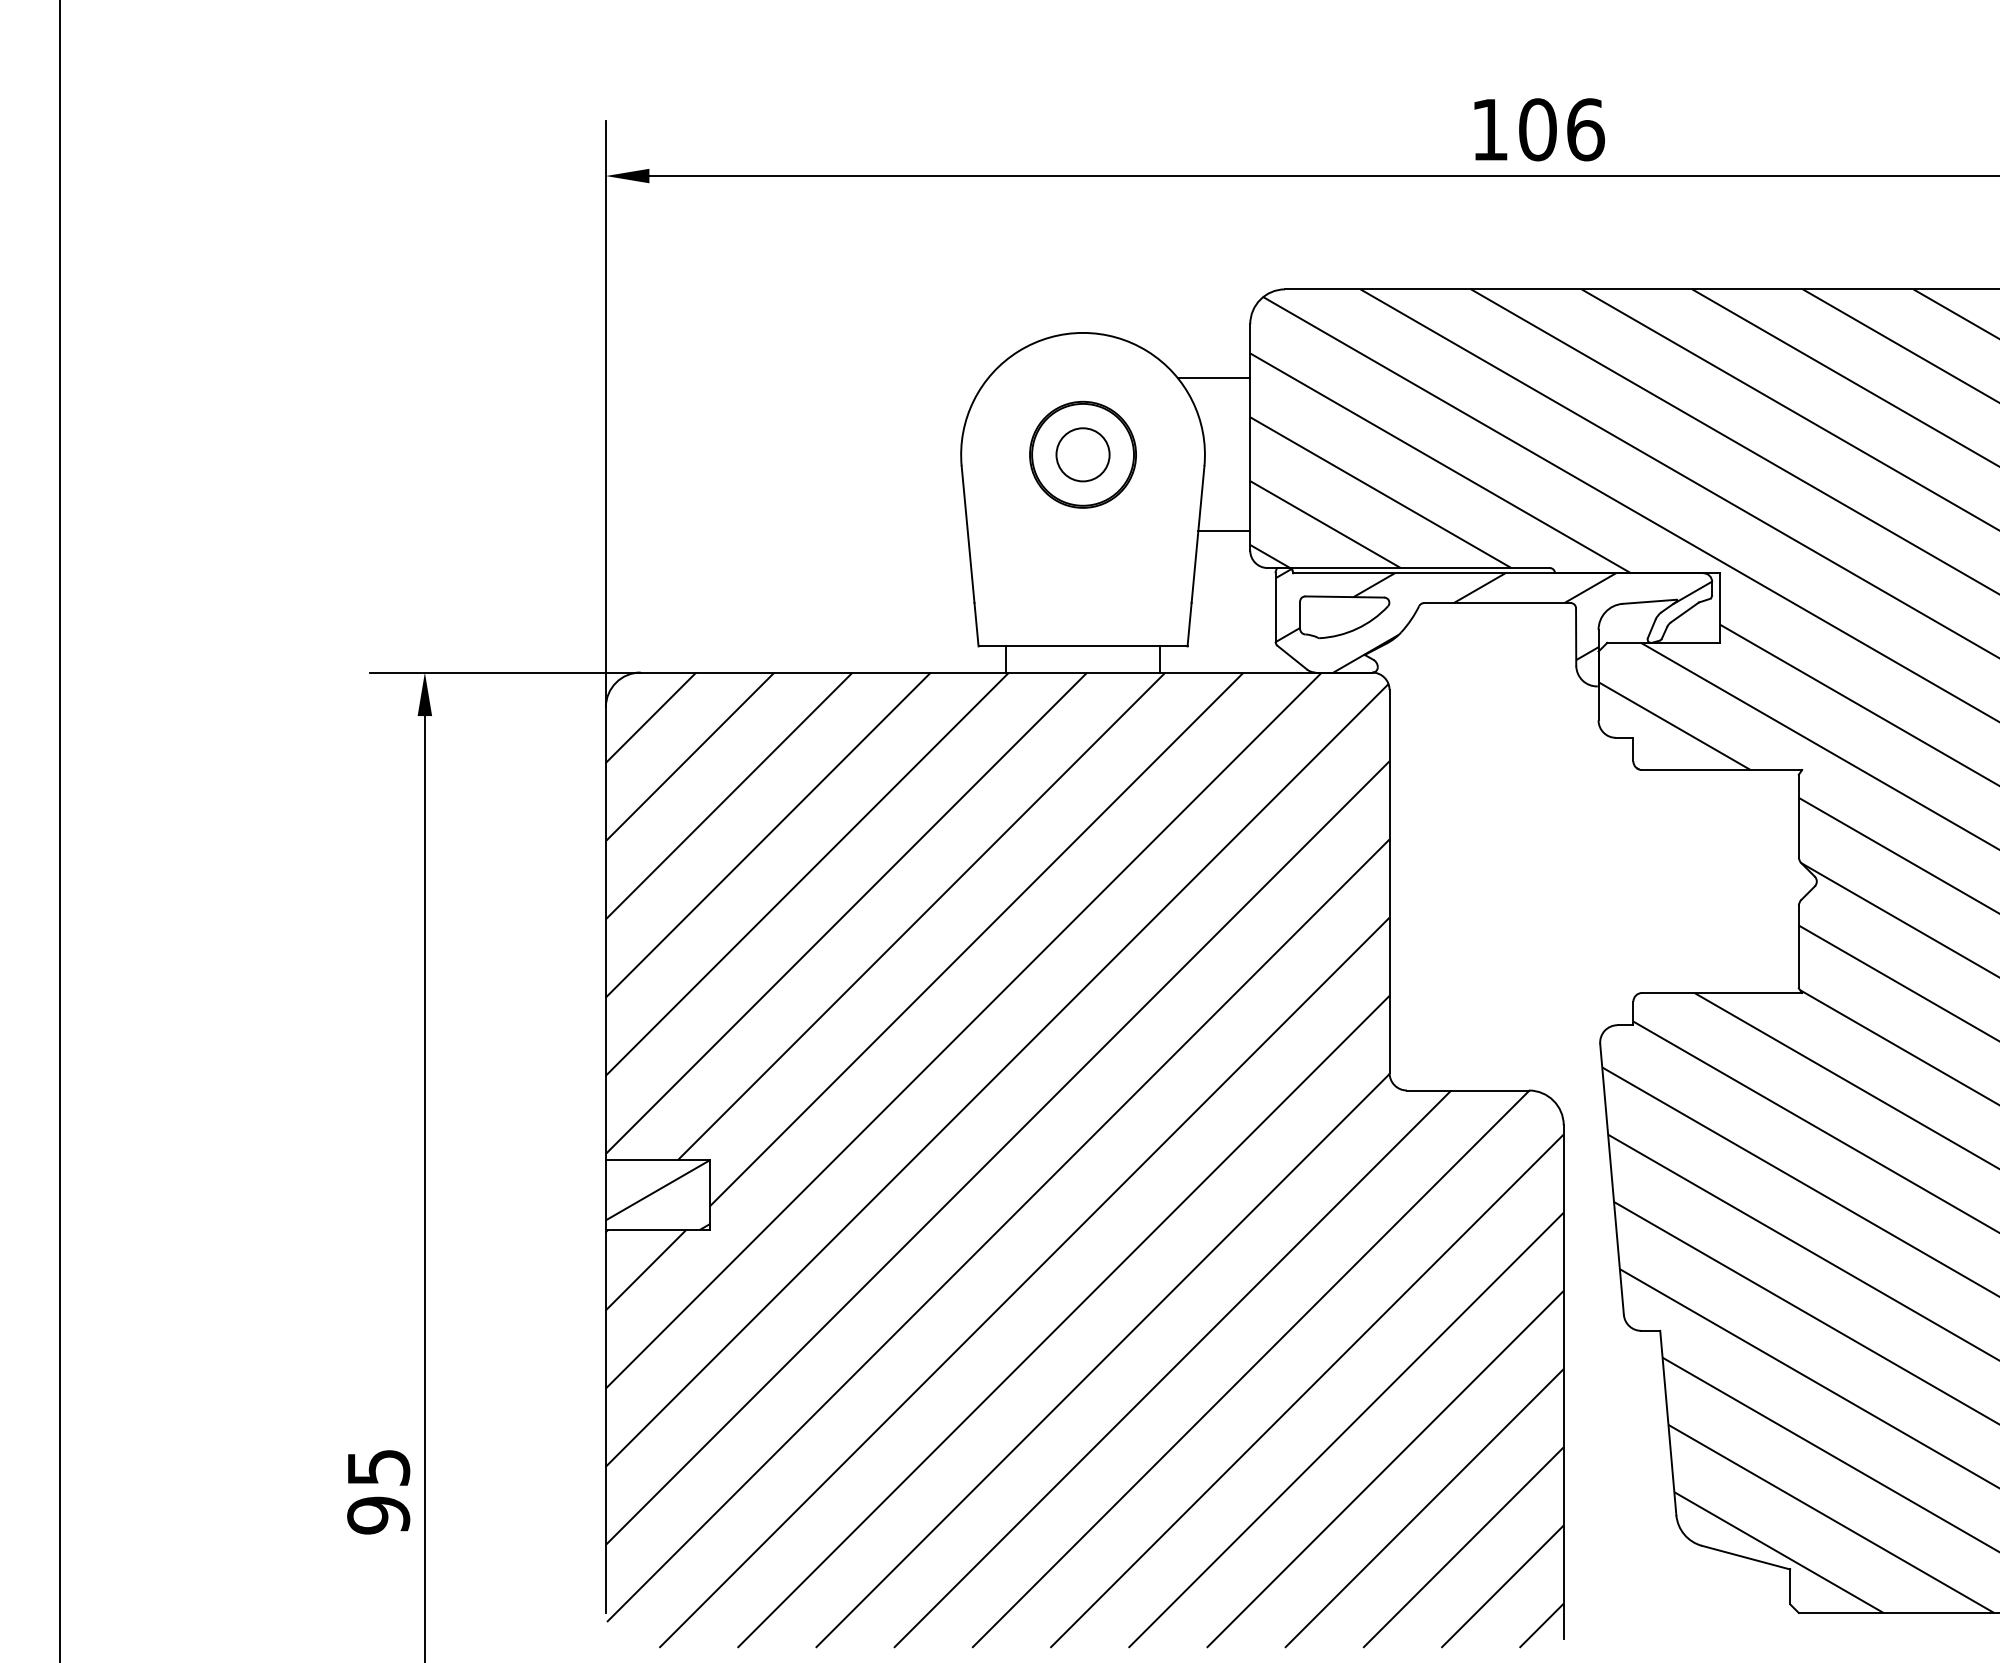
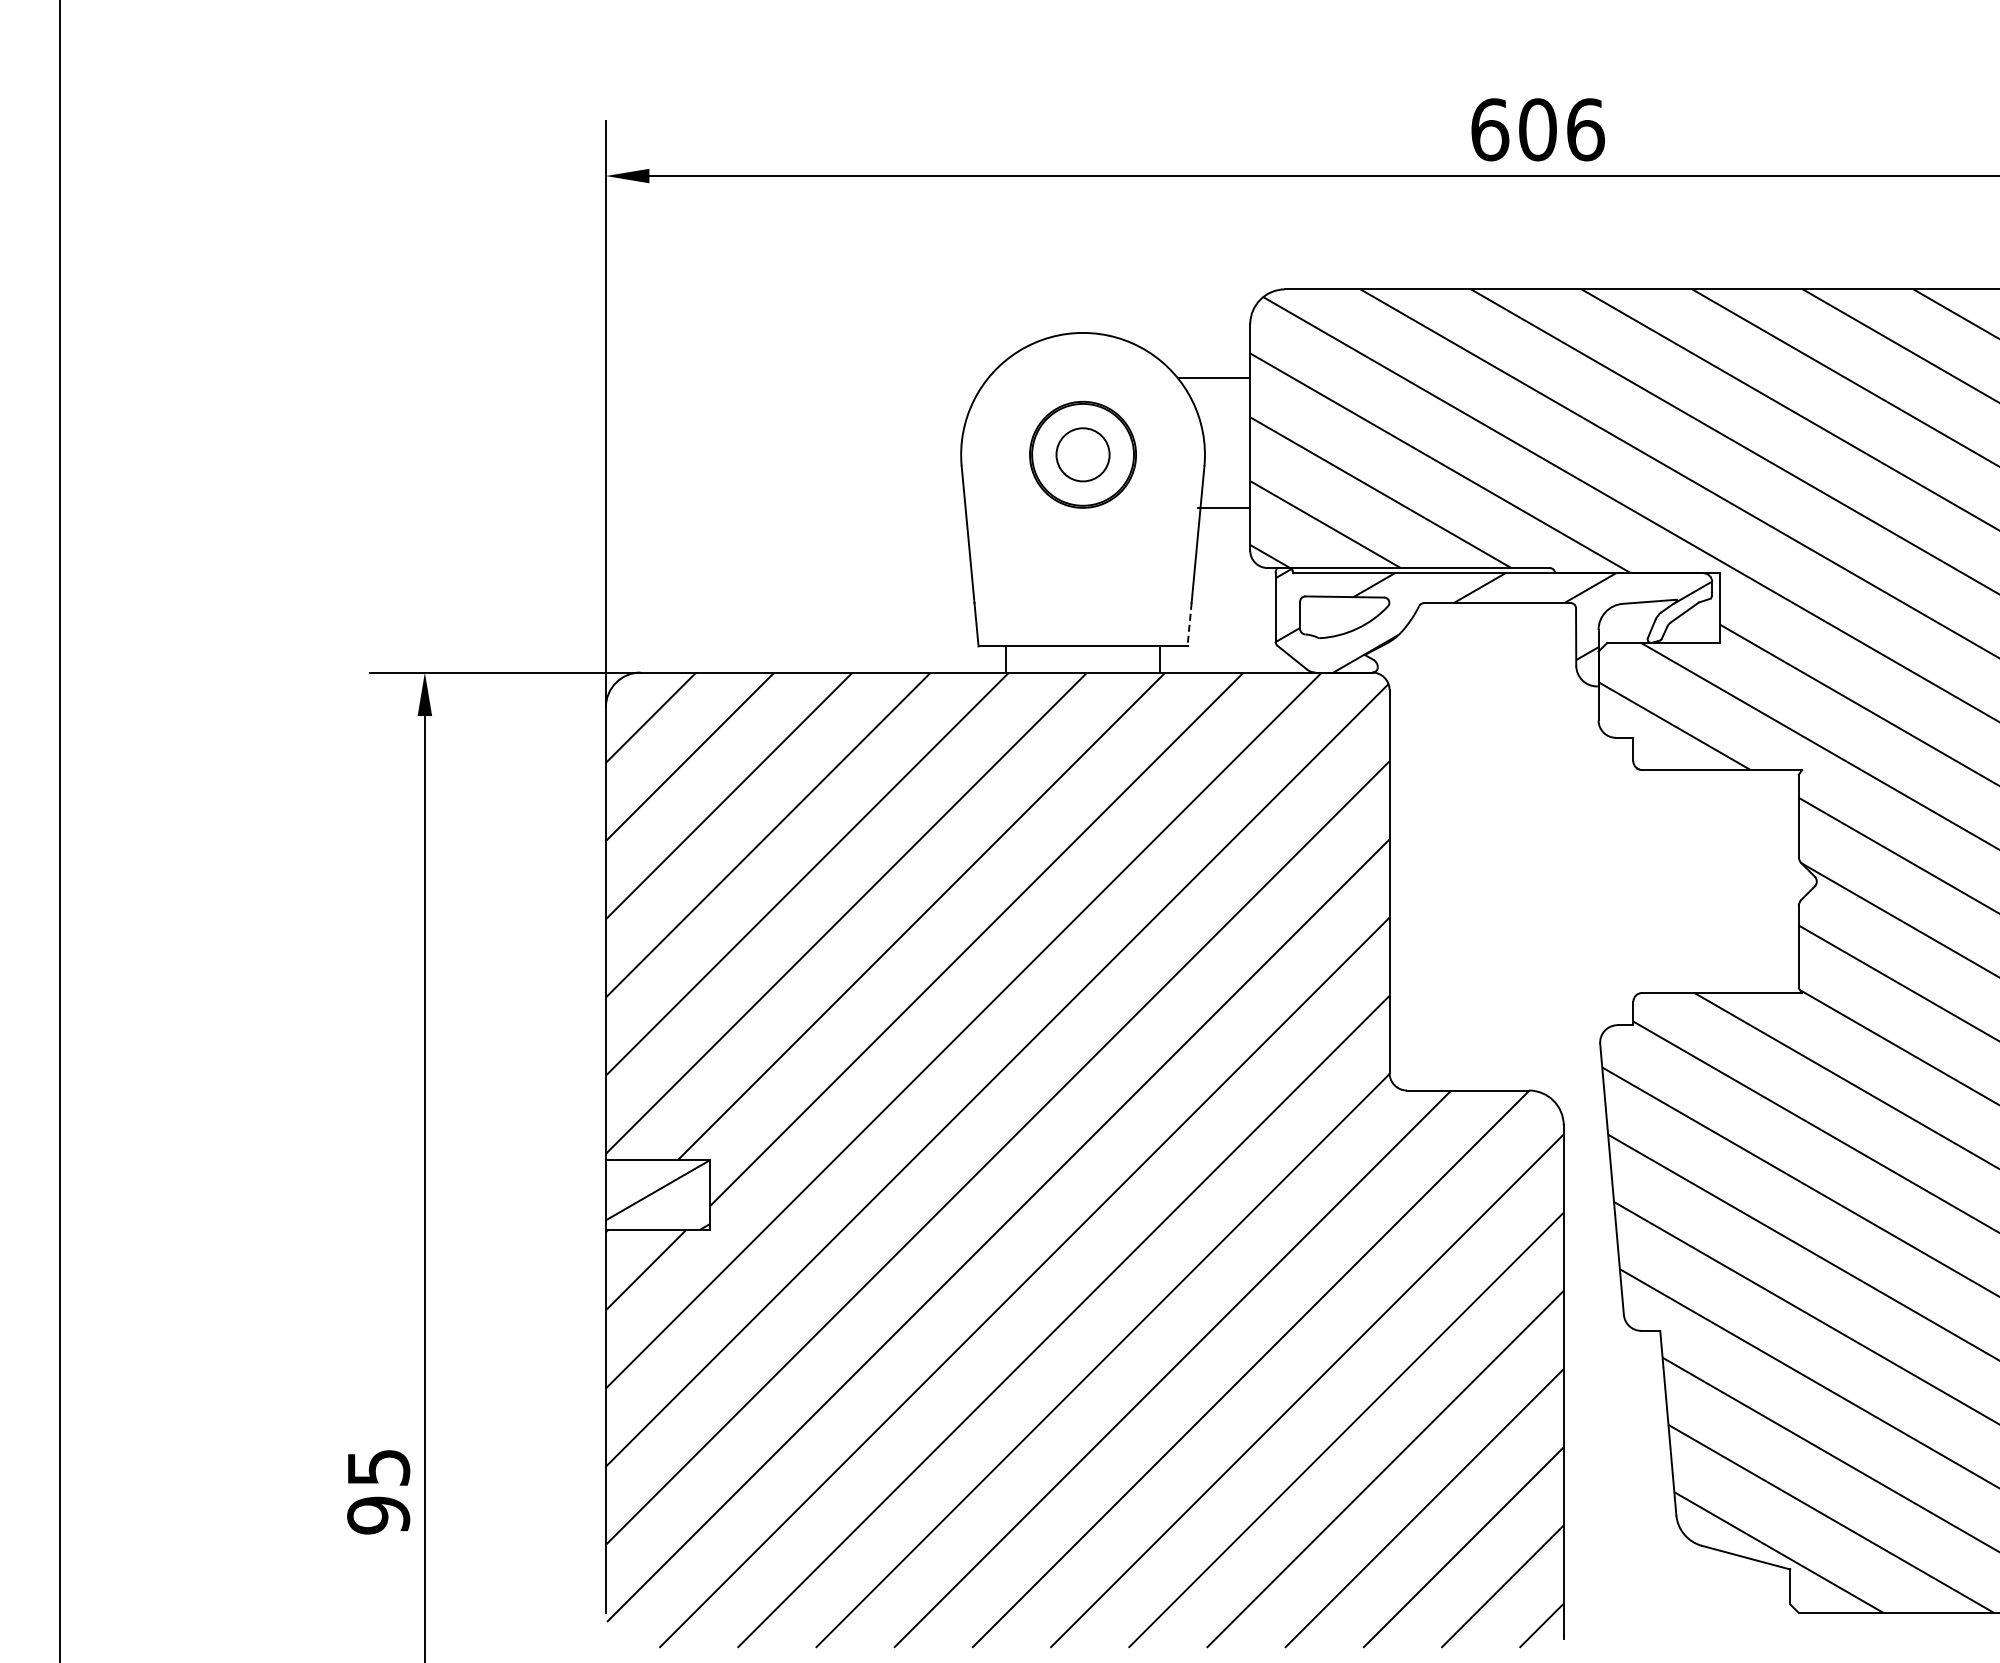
text at (1490, 129): 106 -> 606
line at (1224, 531) position: (1224, 531) -> (1224, 508)
line at (1189, 624): solid -> dashed
